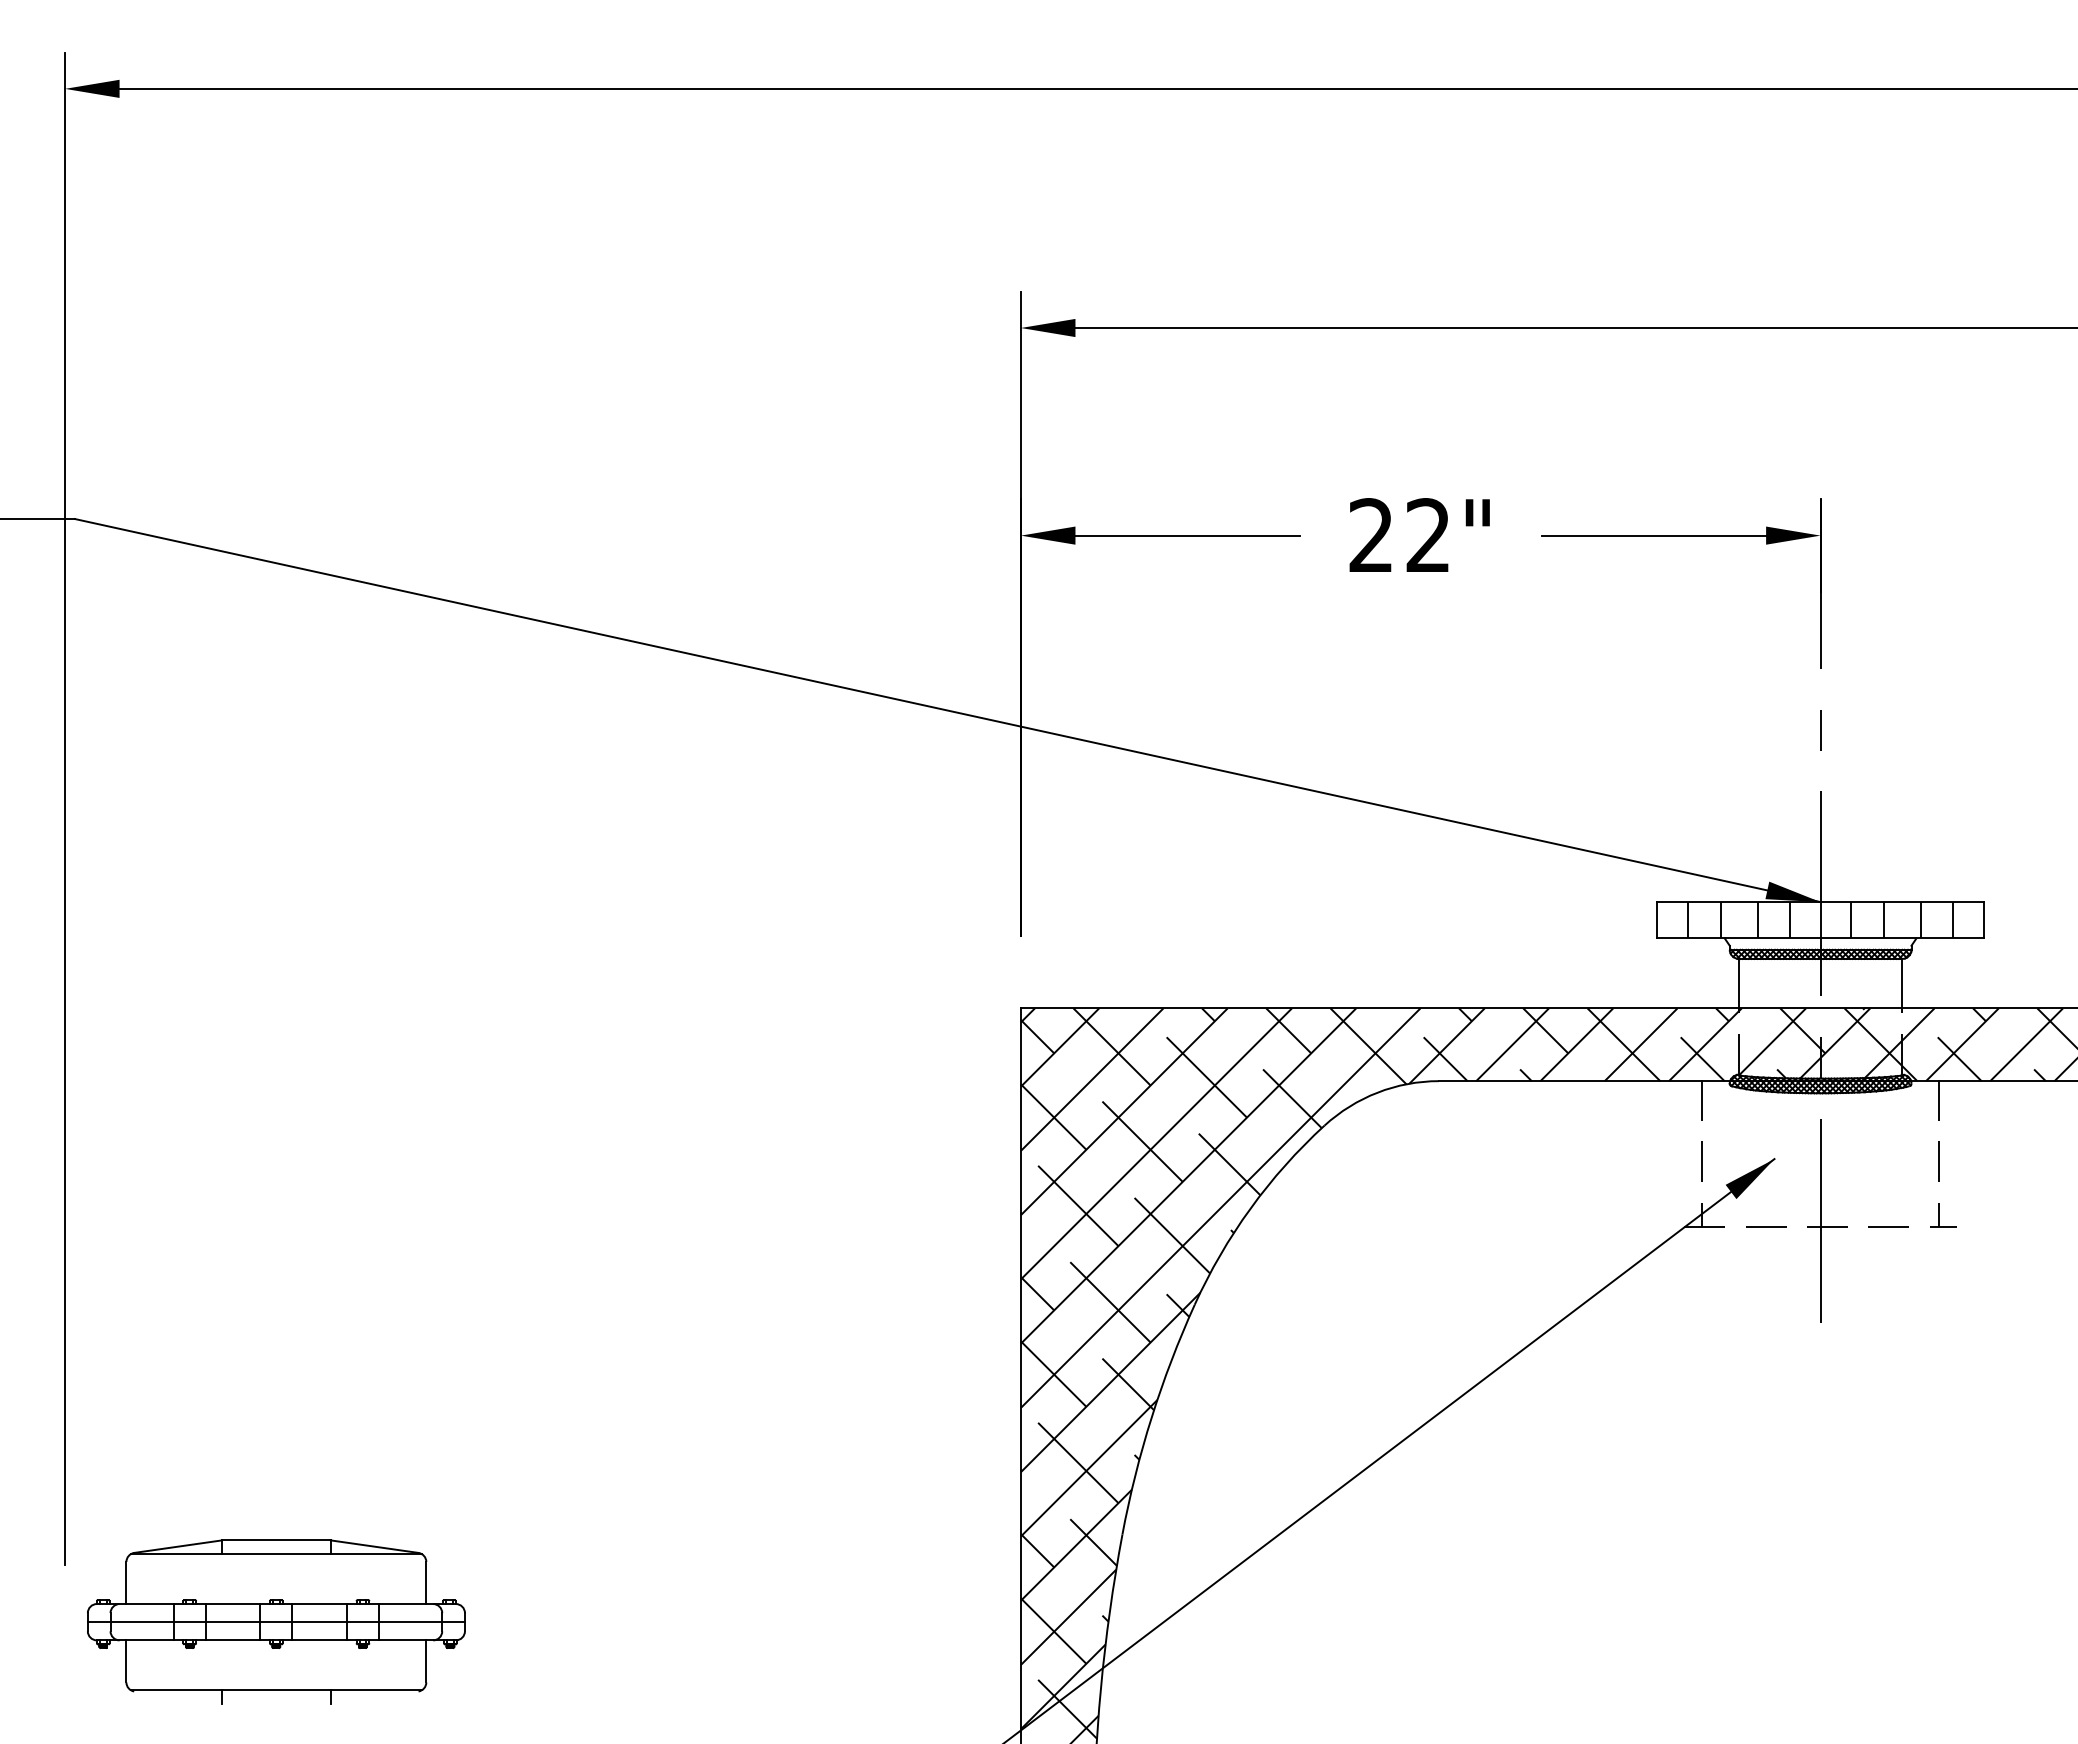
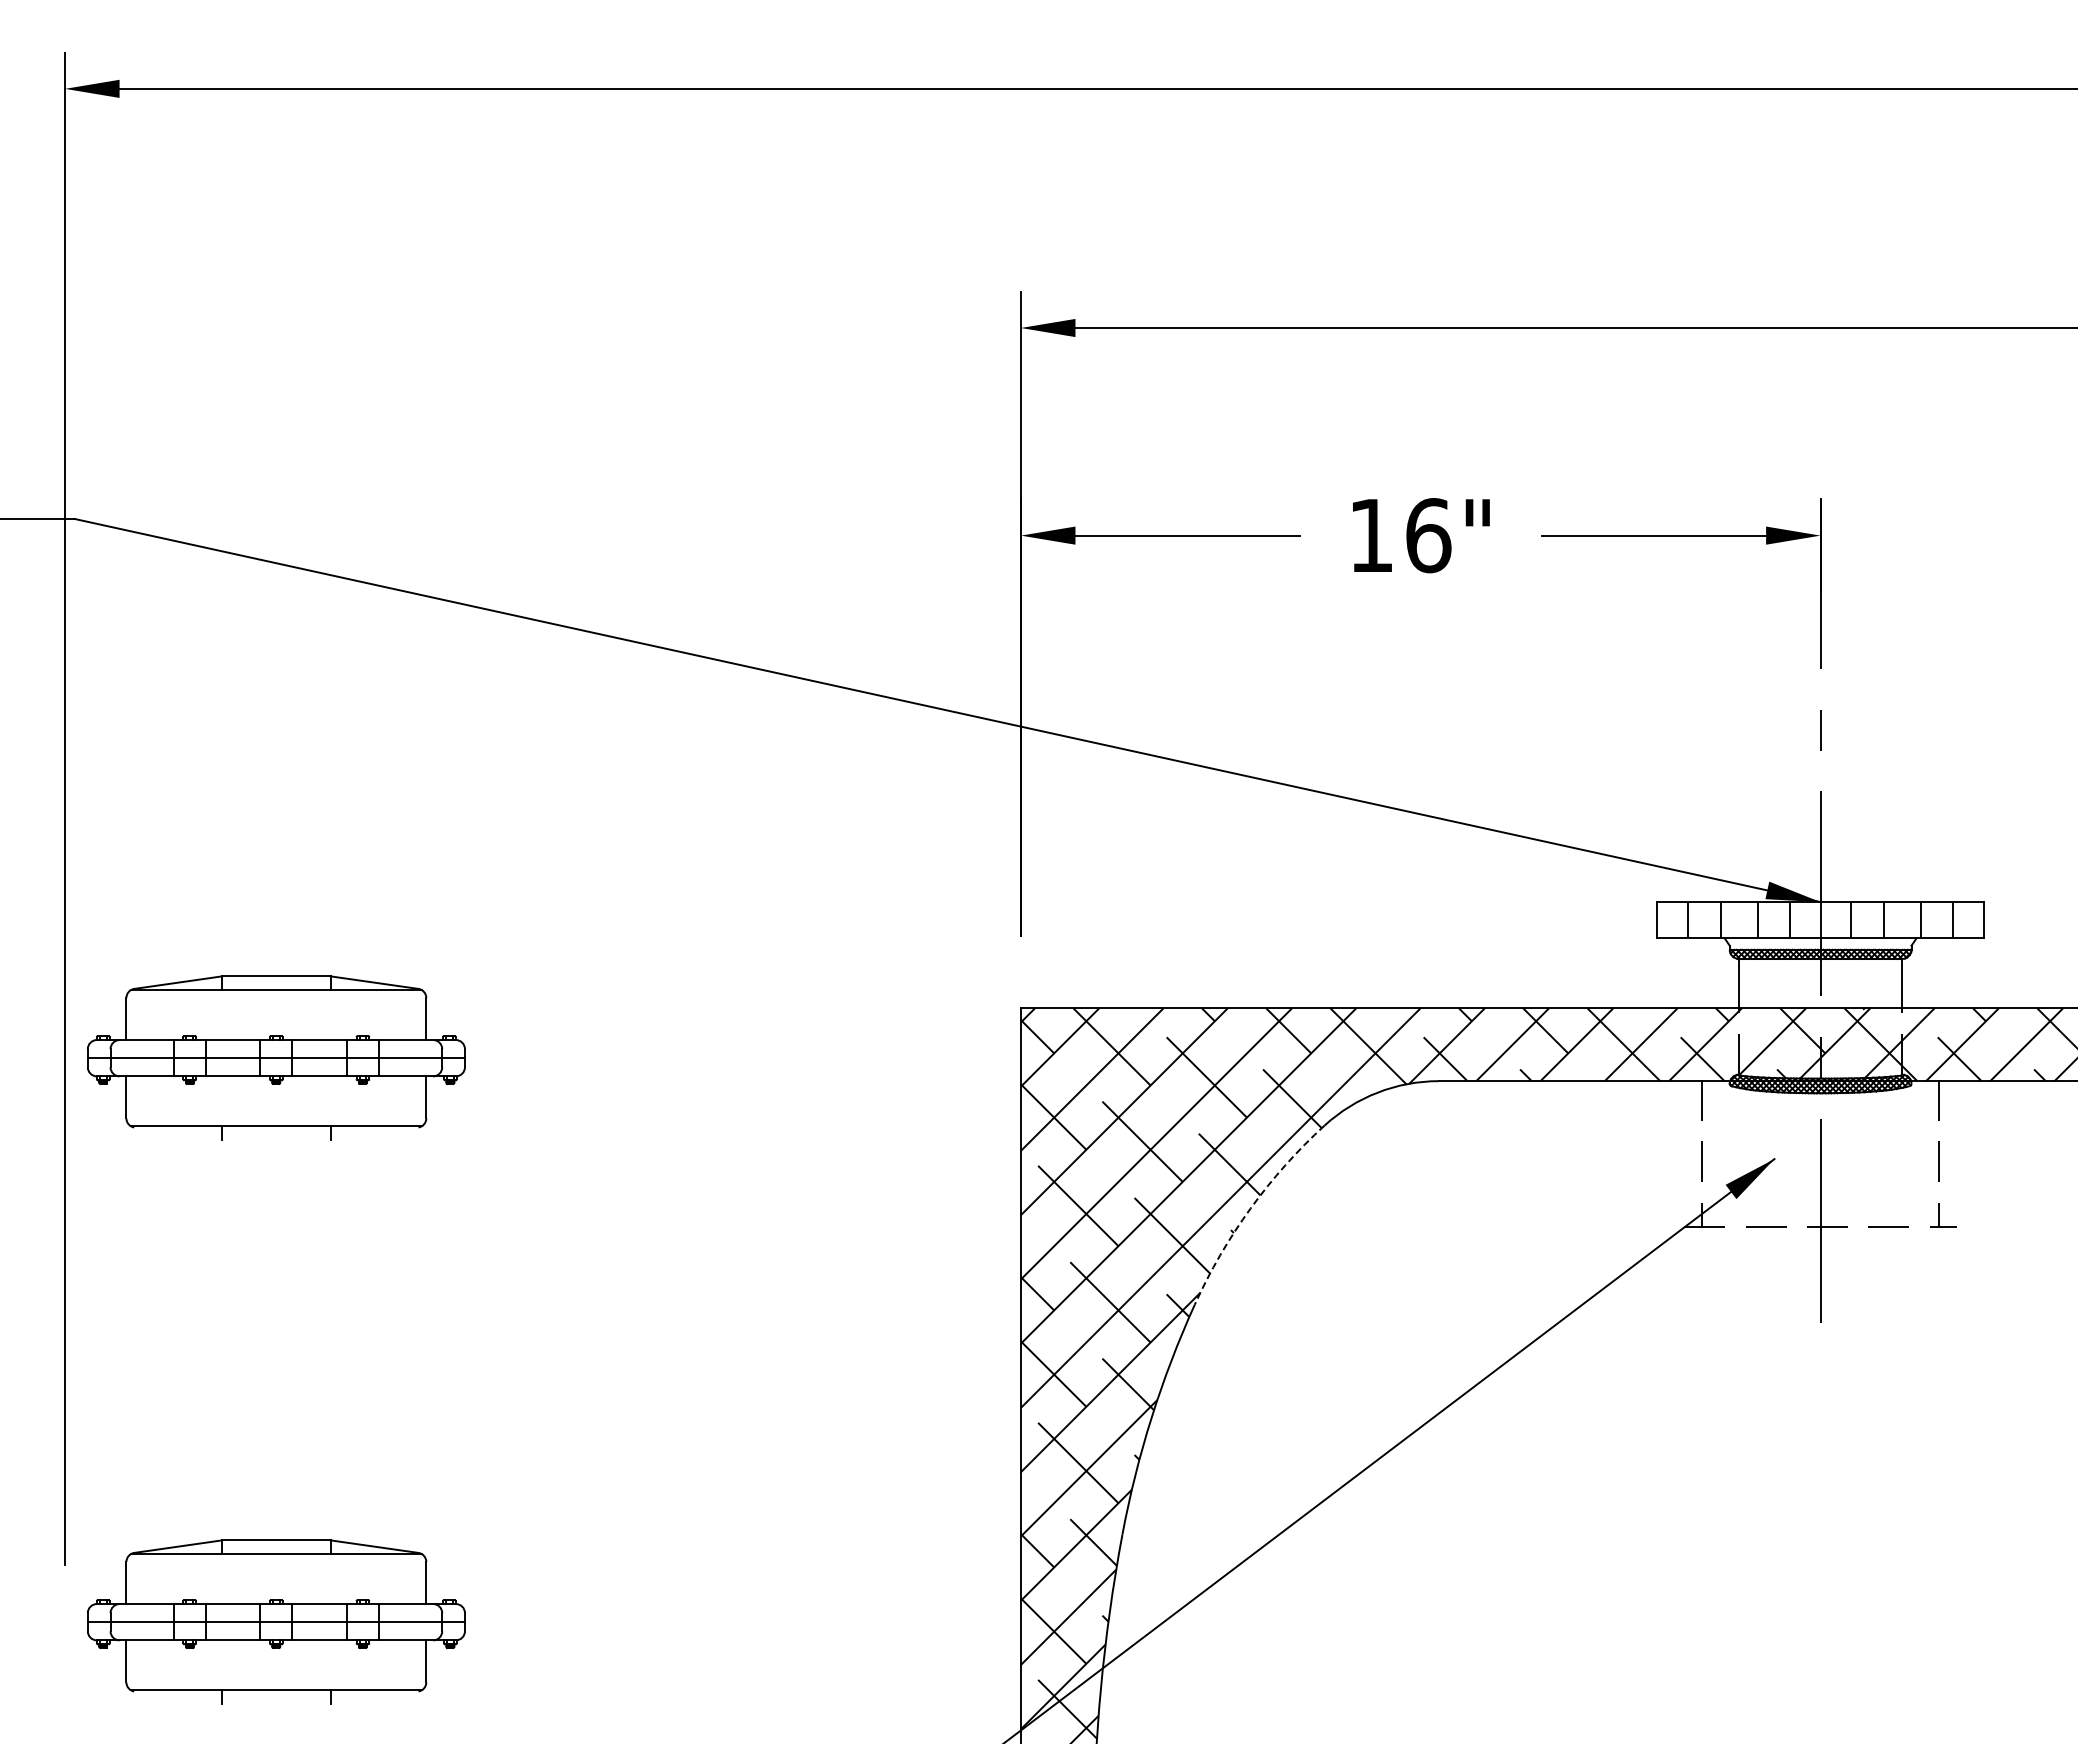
text at (1400, 535): 22" -> 16"
part at (276, 1057): none -> present
arc at (1250, 1208): solid -> dashed
